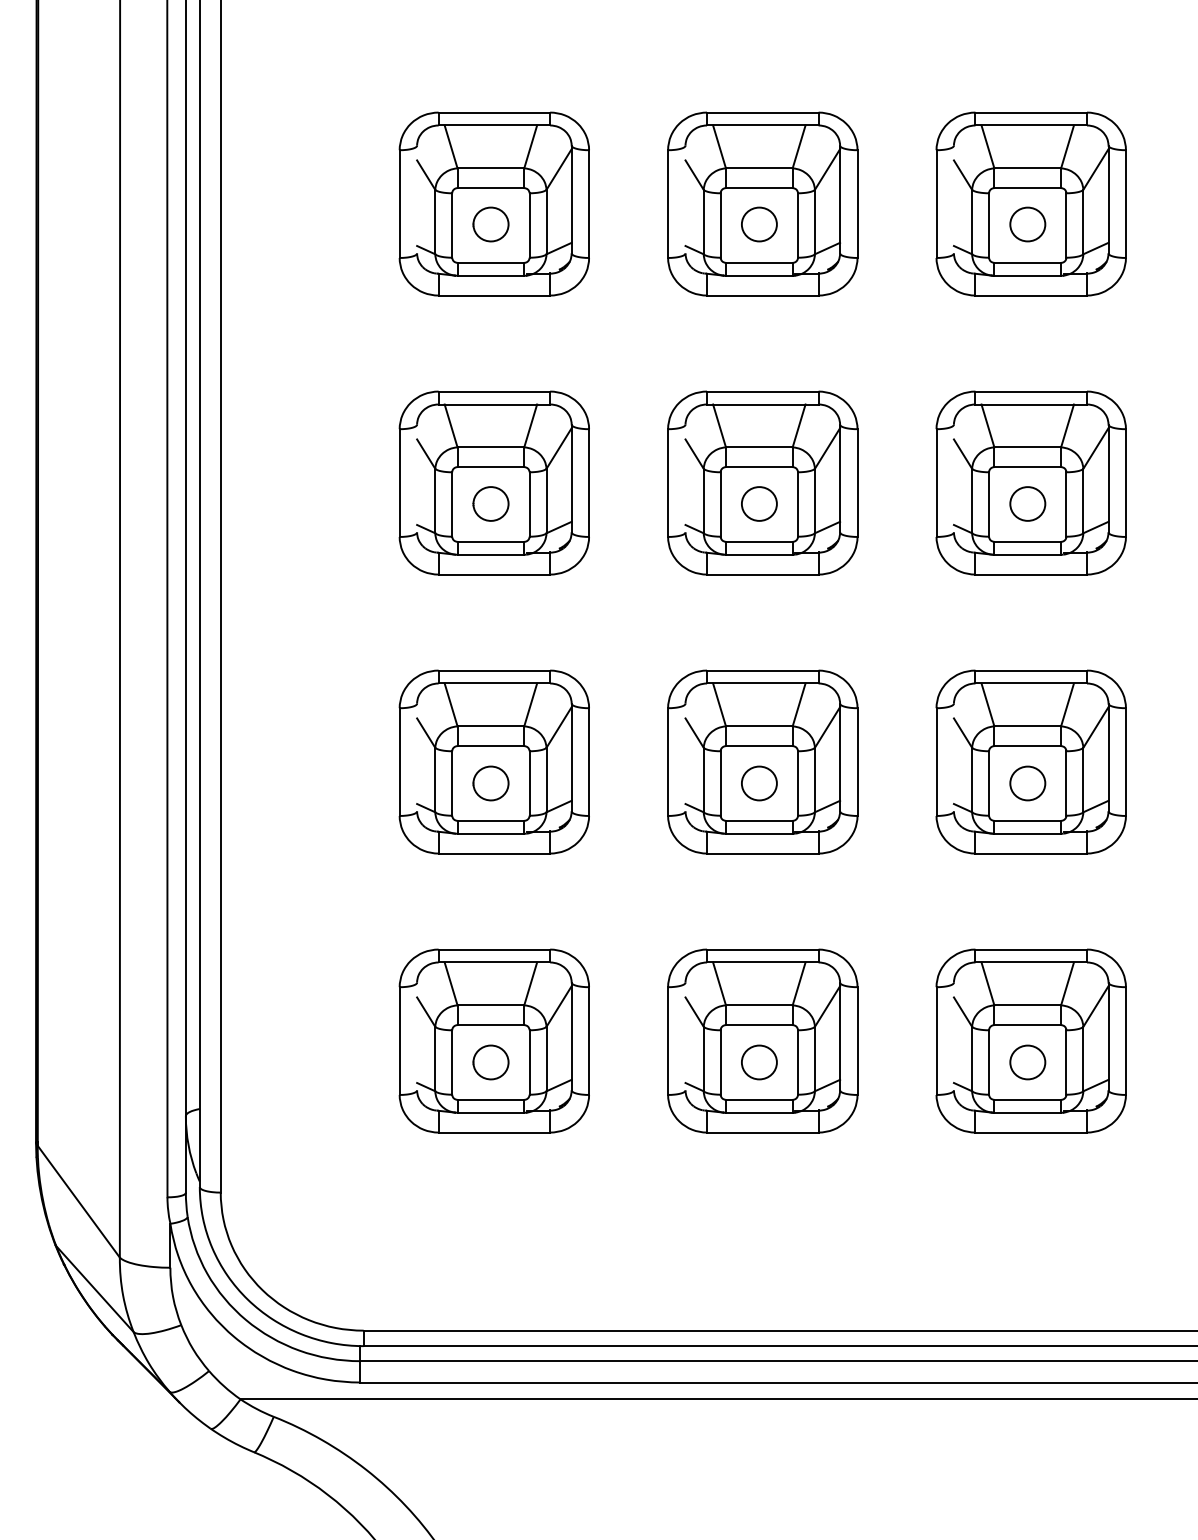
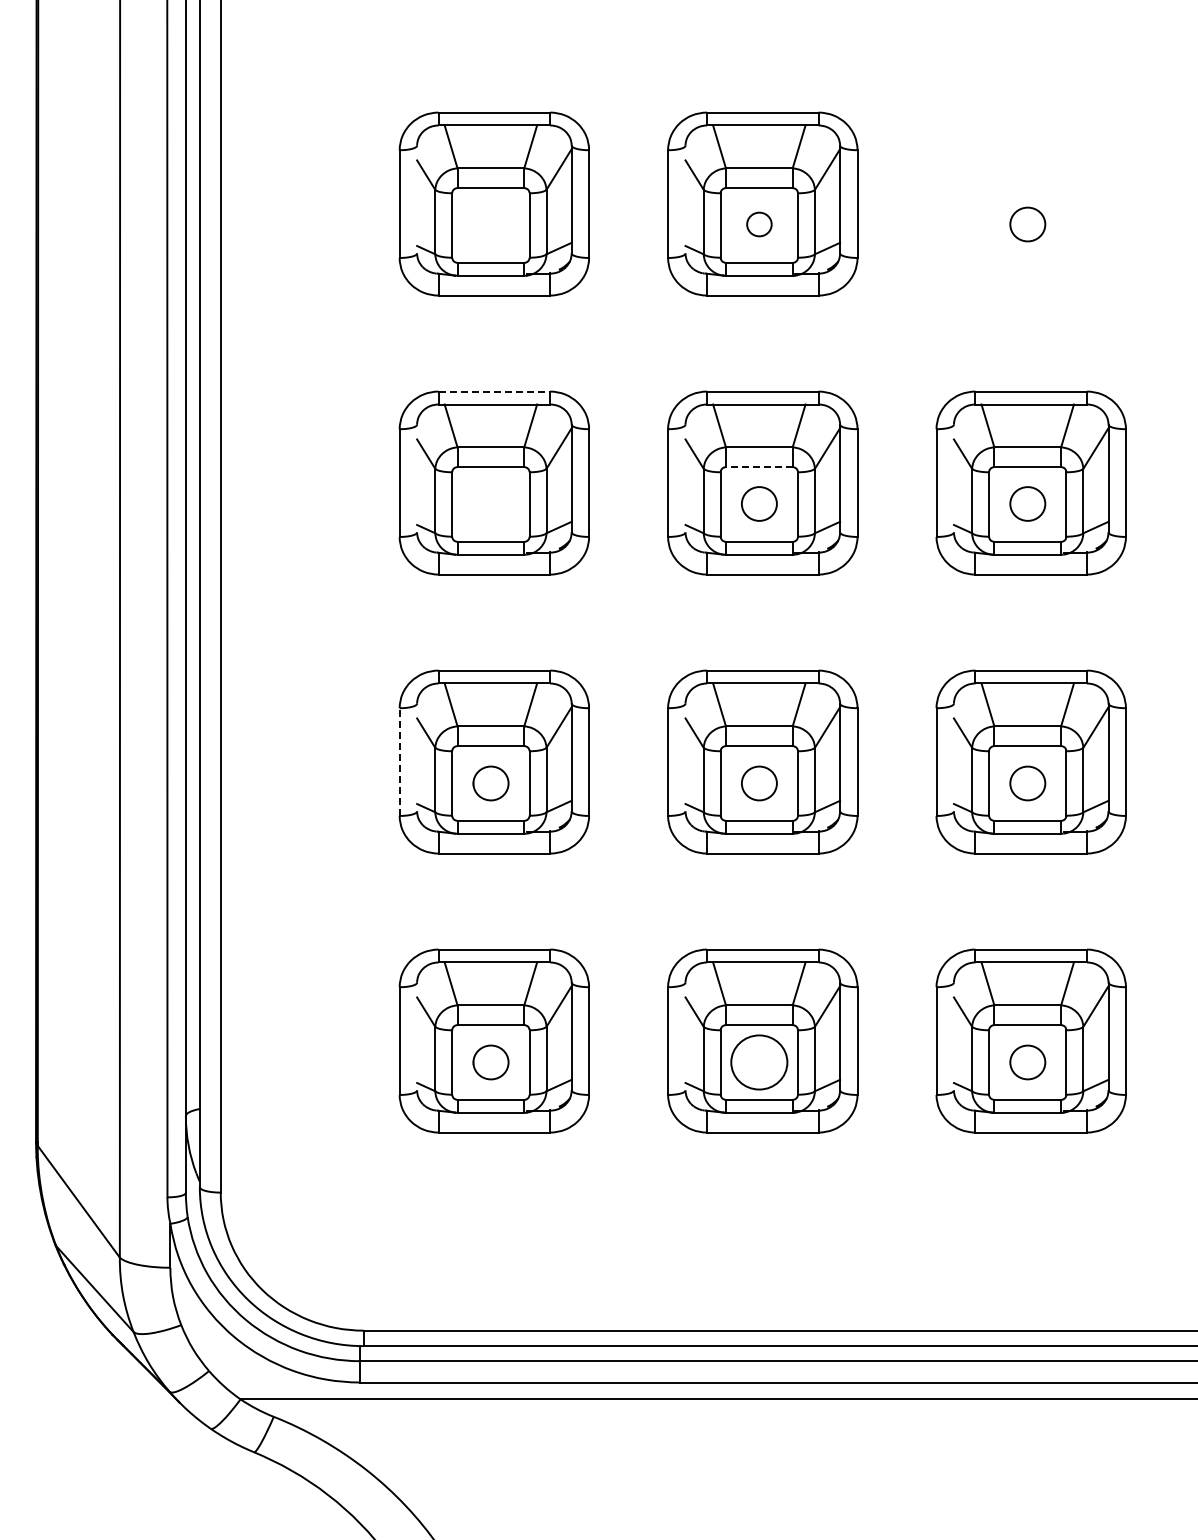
part at (1030, 203): present -> none
part at (490, 224): present -> none
part at (759, 224) size: 37x37 px -> 27x27 px
line at (494, 391): solid -> dashed
line at (758, 467): solid -> dashed
part at (490, 503): present -> none
line at (399, 762): solid -> dashed
part at (759, 1062) size: 37x37 px -> 59x57 px
